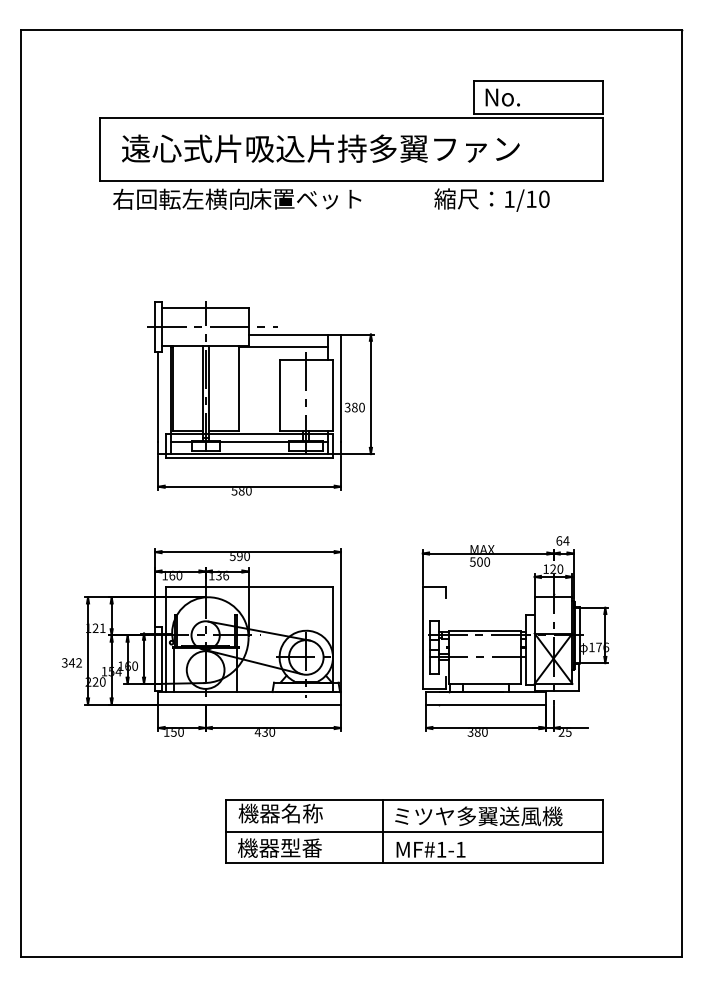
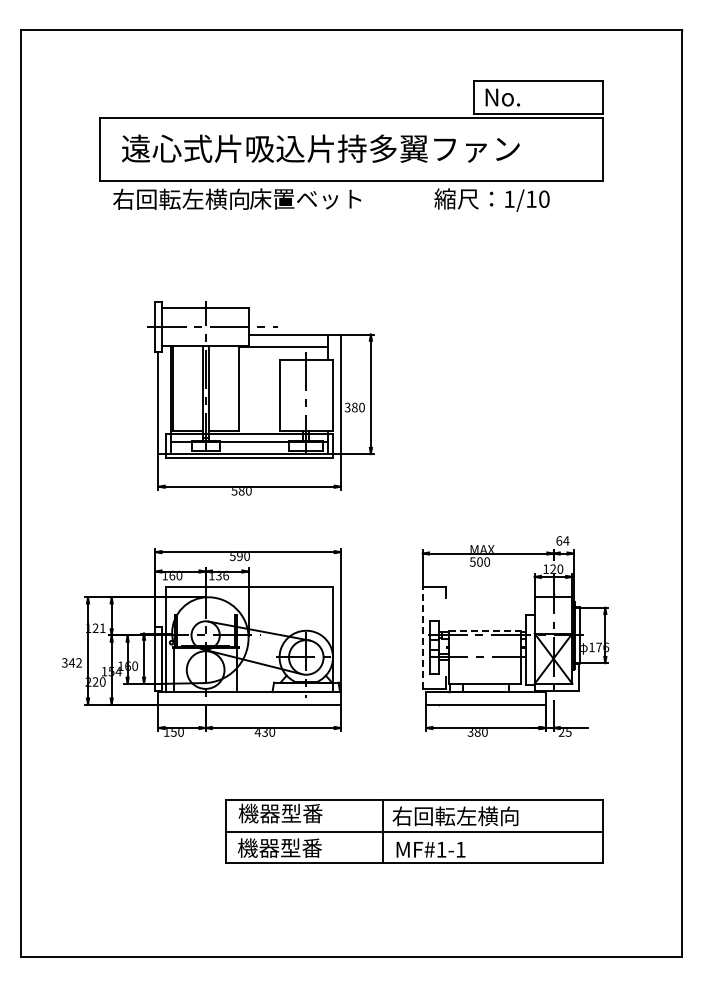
line at (485, 630): solid -> dashed
line at (422, 637): solid -> dashed
text at (301, 813): 機器名称 -> 機器型番
text at (477, 816): ミツヤ多翼送風機 -> 右回転左横向
